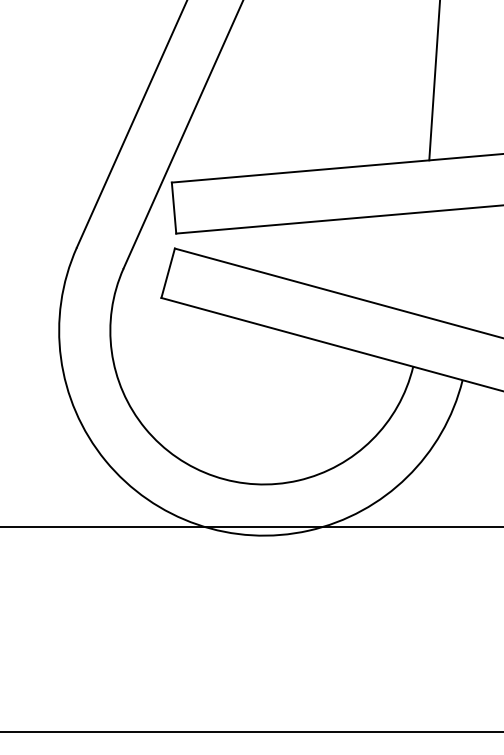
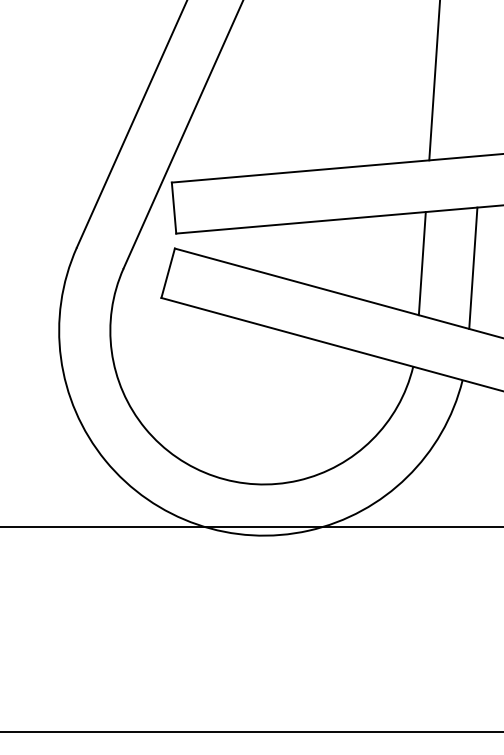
line at (421, 263): none -> present
line at (473, 267): none -> present
